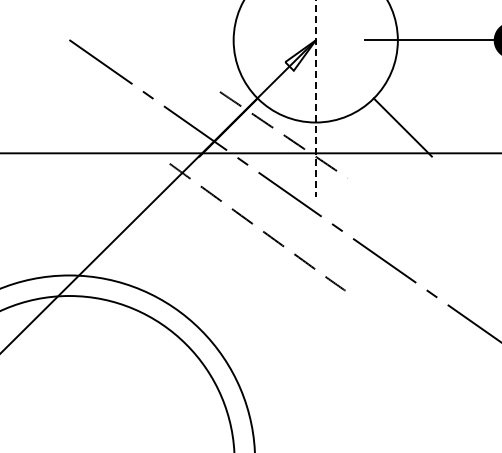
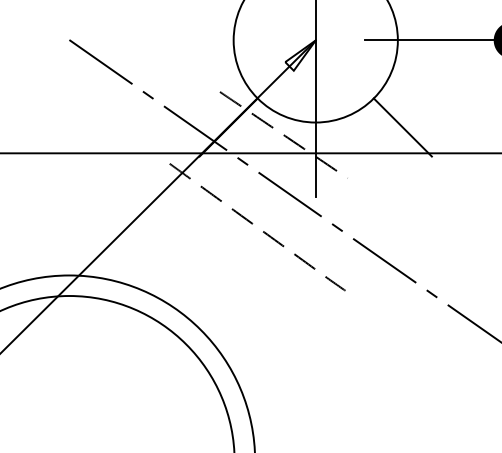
line at (315, 98): dashed -> solid
